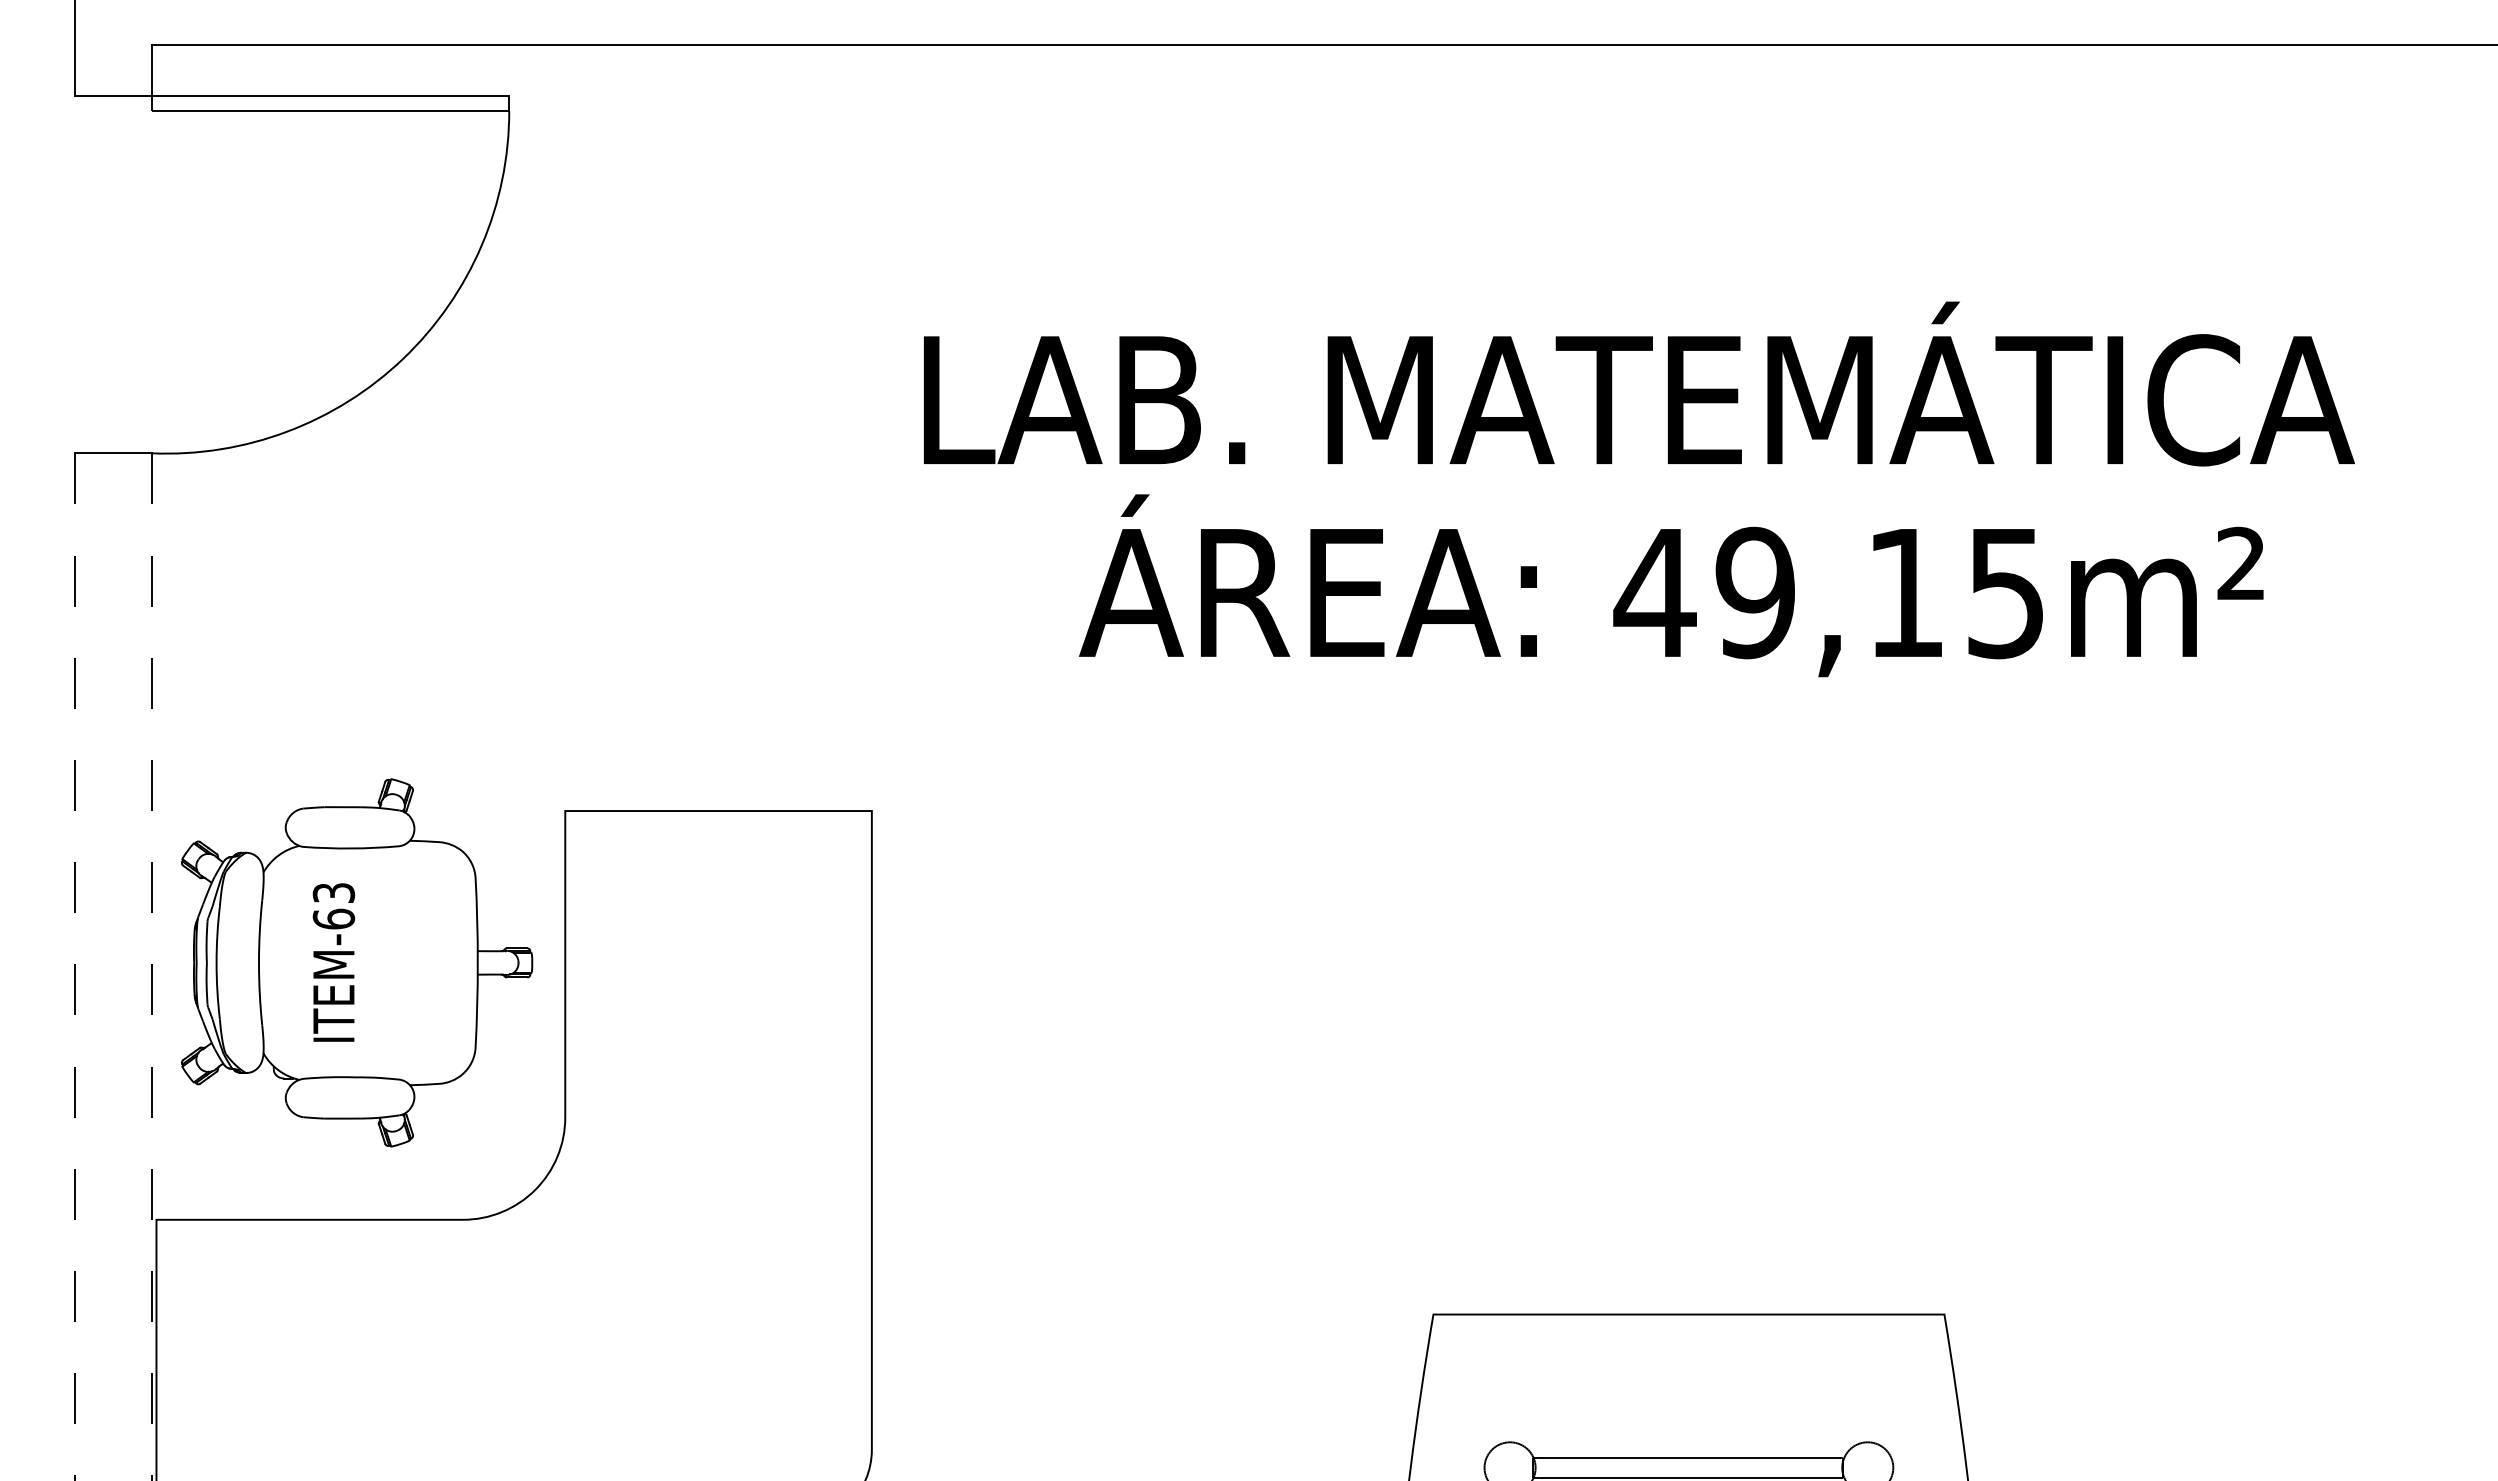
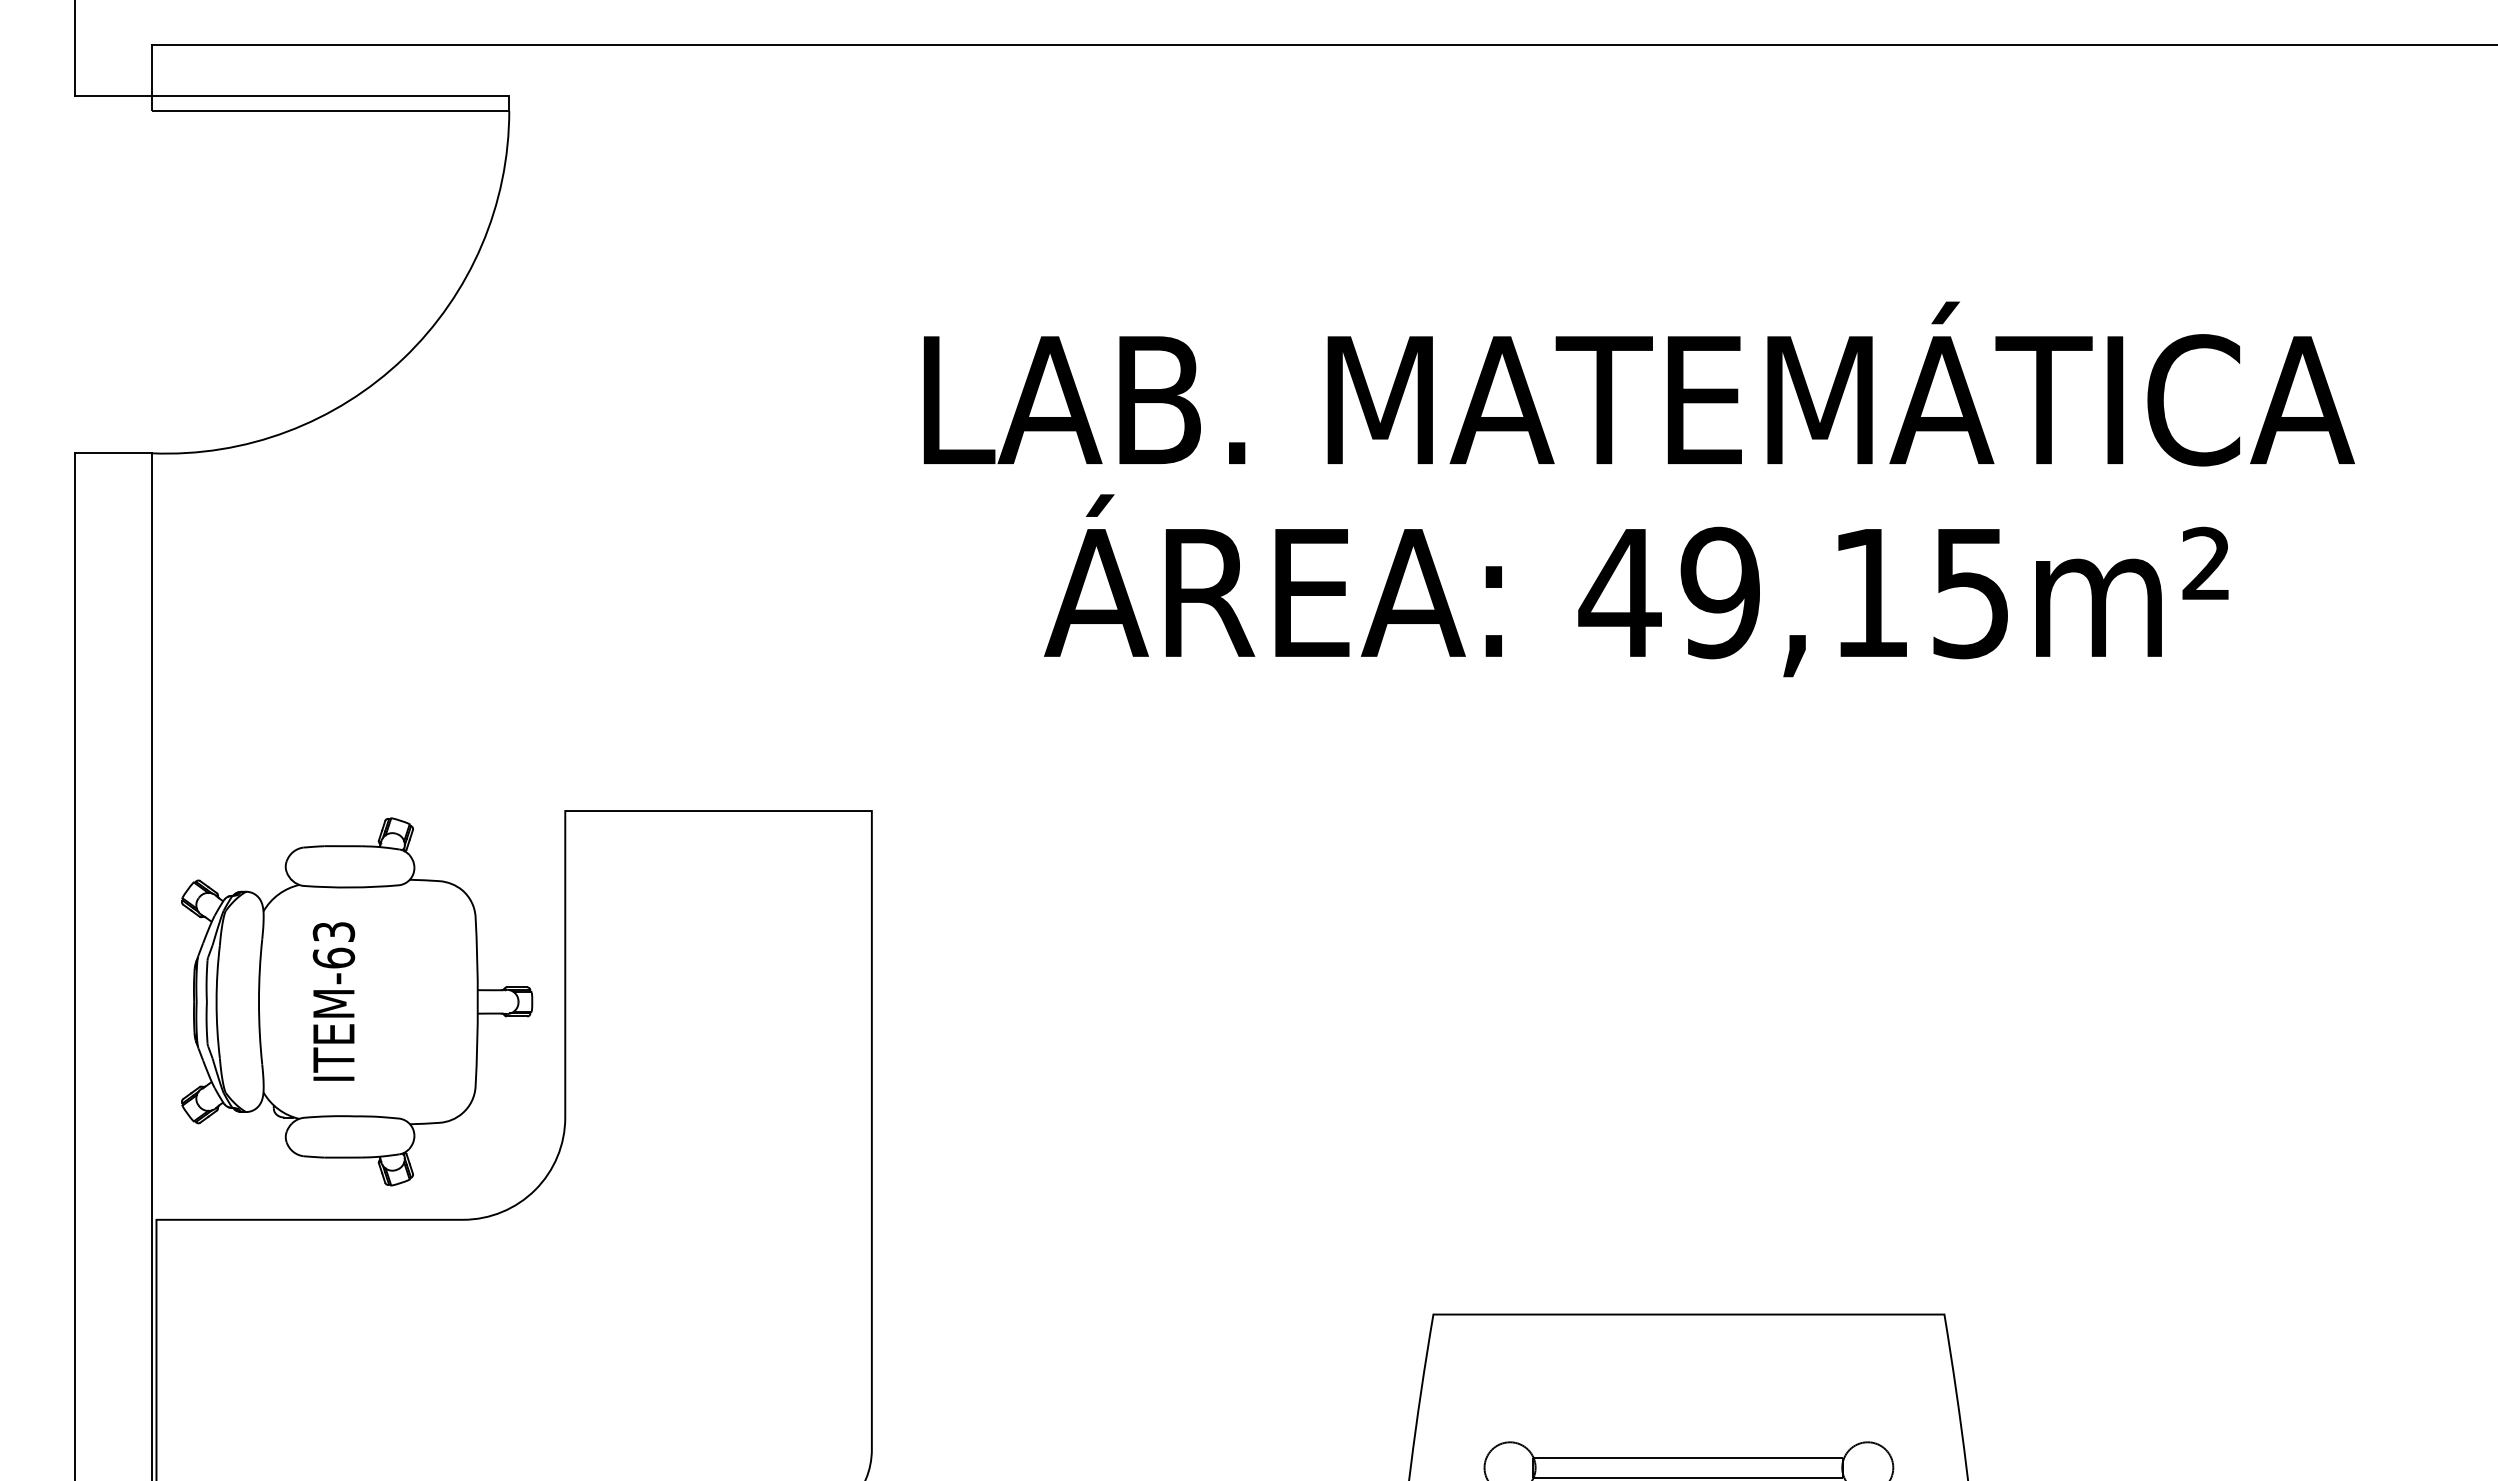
text at (1671, 585) position: (1671, 585) -> (1636, 585)
part at (357, 962) position: (357, 962) -> (357, 1001)
line at (74, 967): dashed -> solid
line at (151, 967): dashed -> solid
